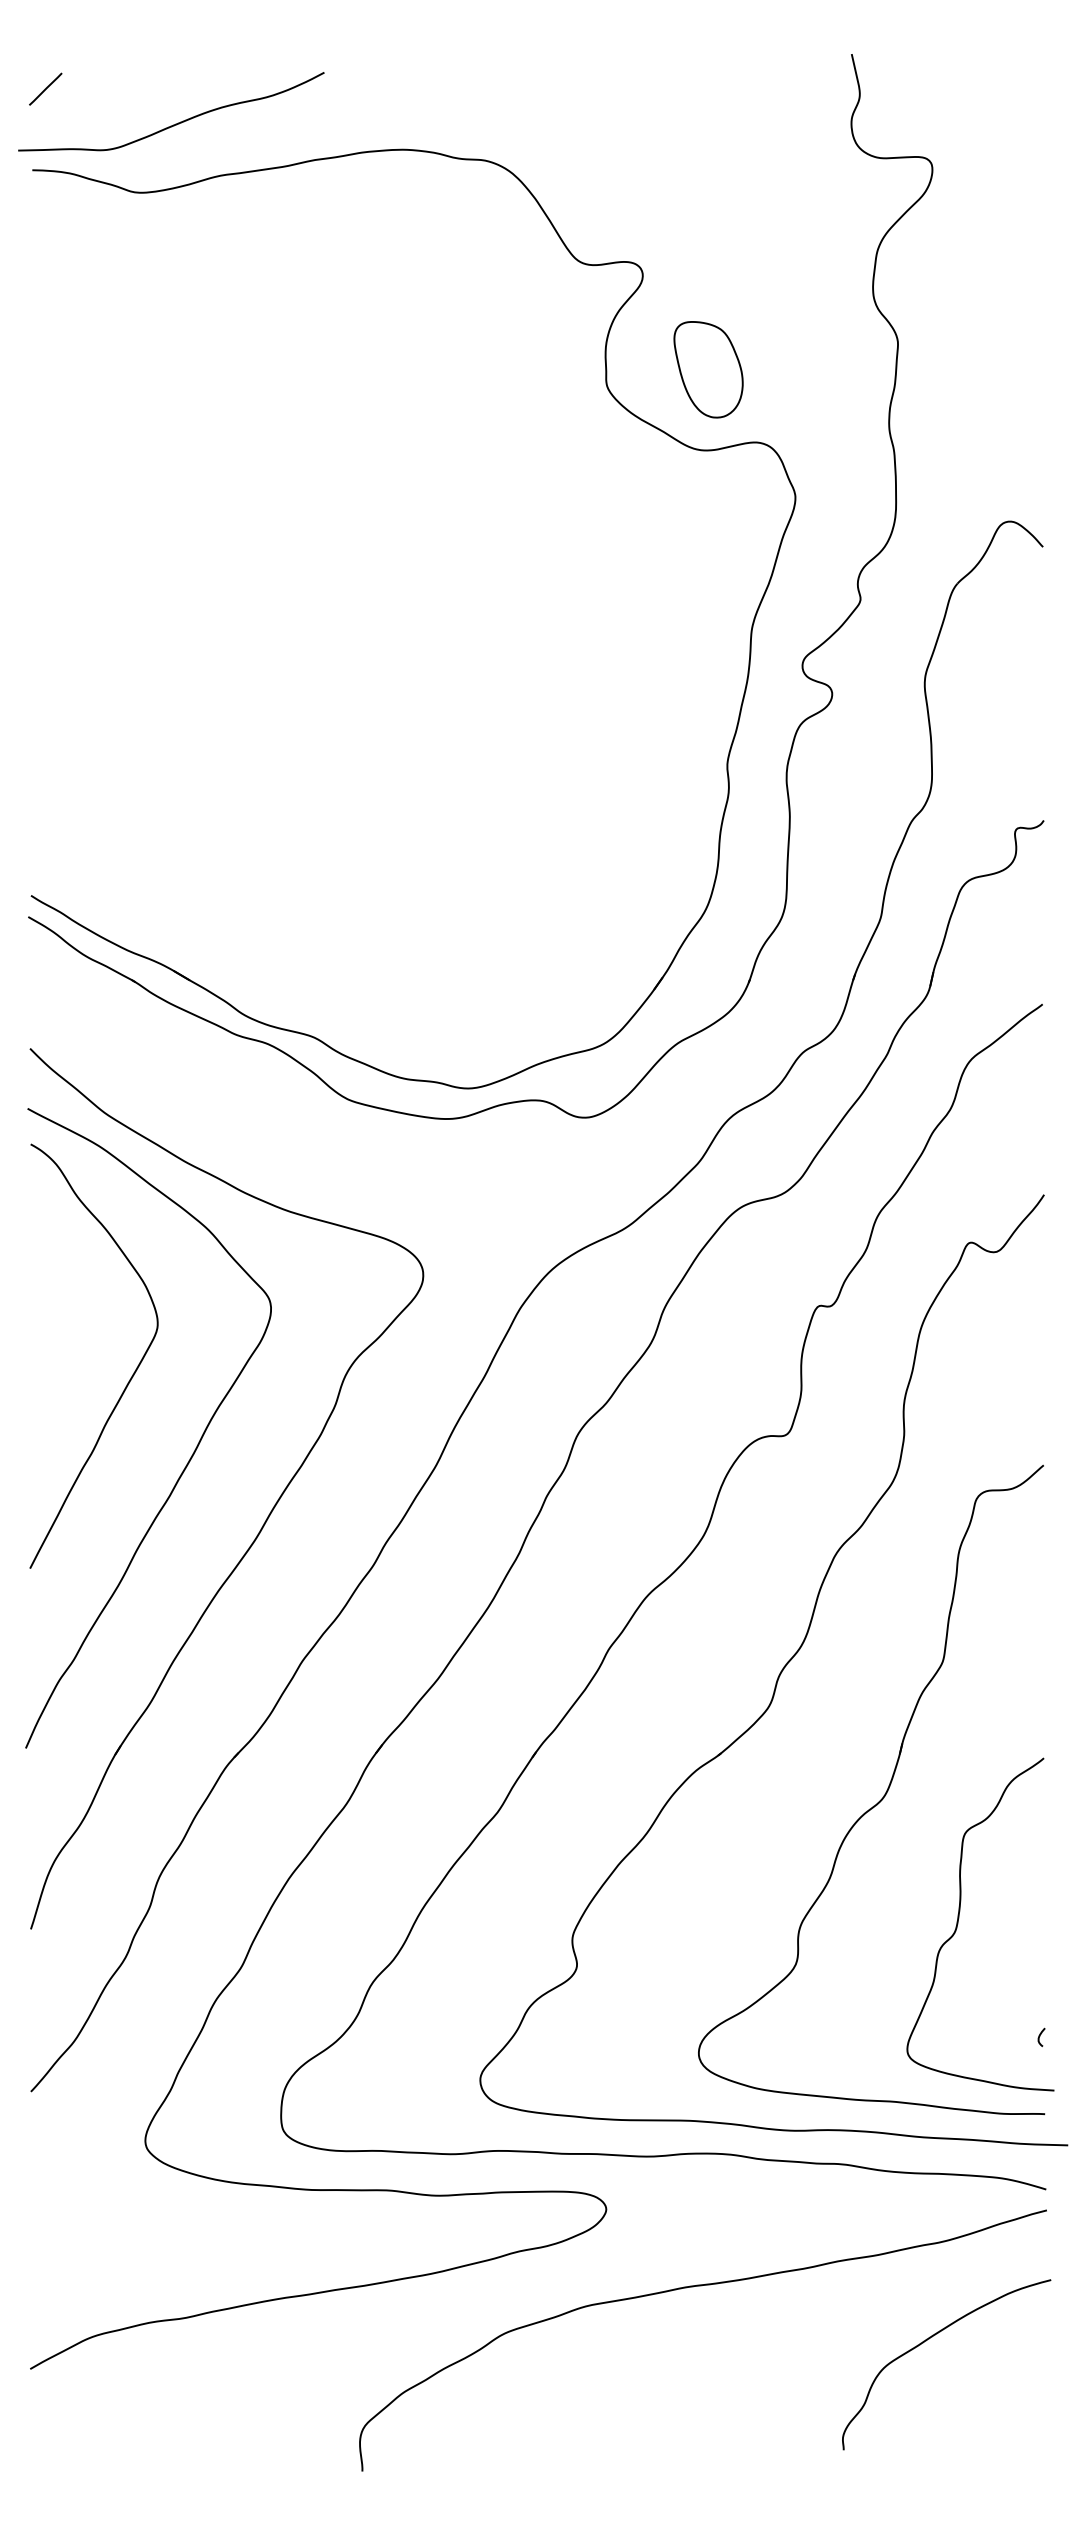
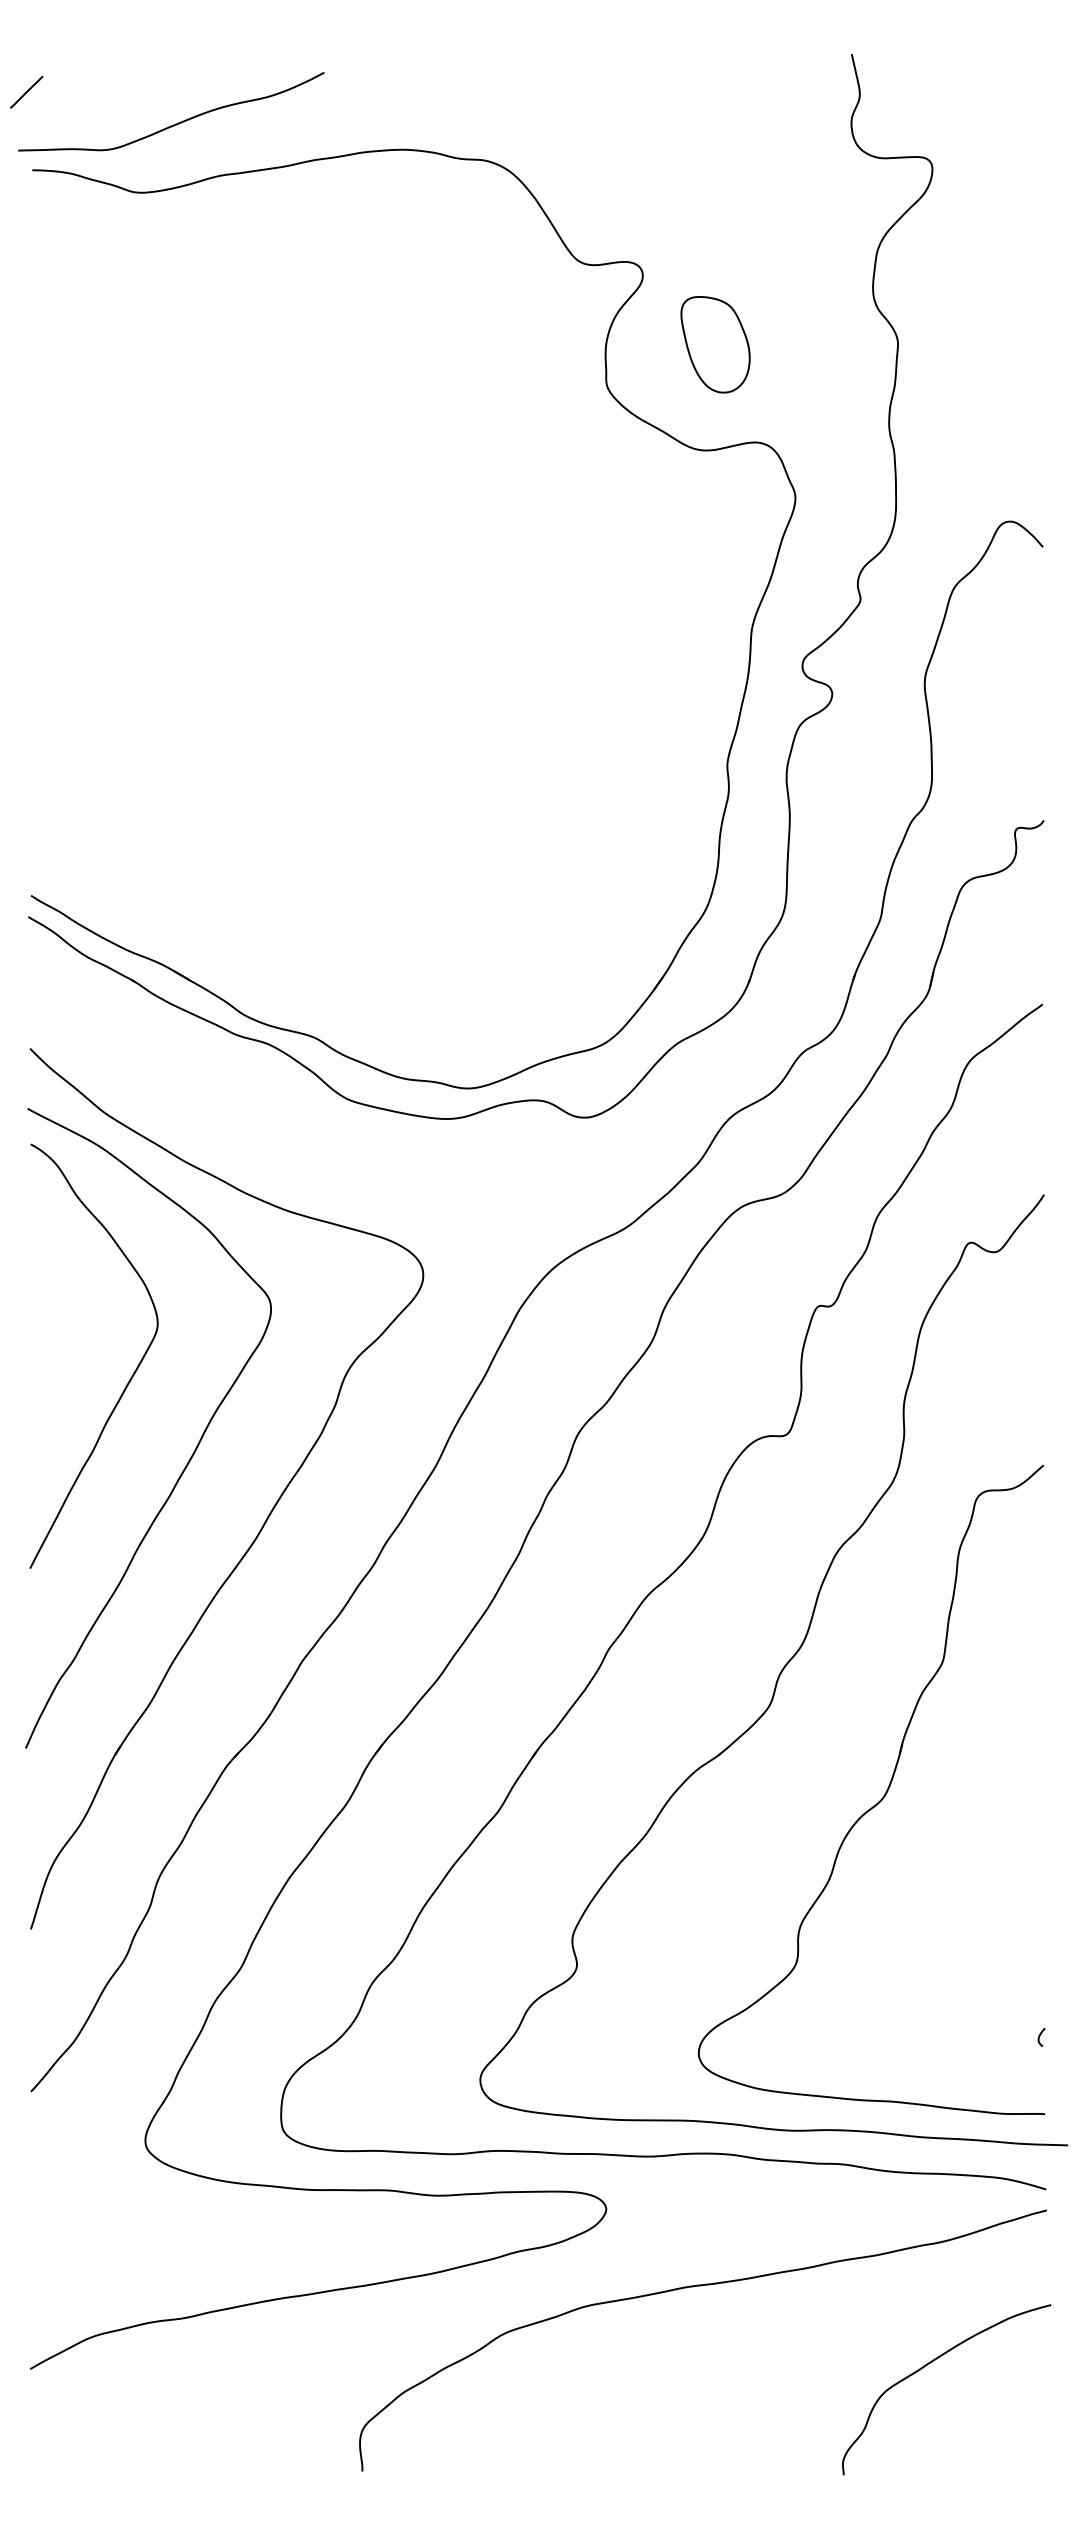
line at (45, 88) position: (45, 88) -> (26, 91)
part at (708, 369) position: (708, 369) -> (715, 344)
curve at (959, 1918): present -> none
curve at (929, 2339) position: (929, 2339) -> (929, 2364)
